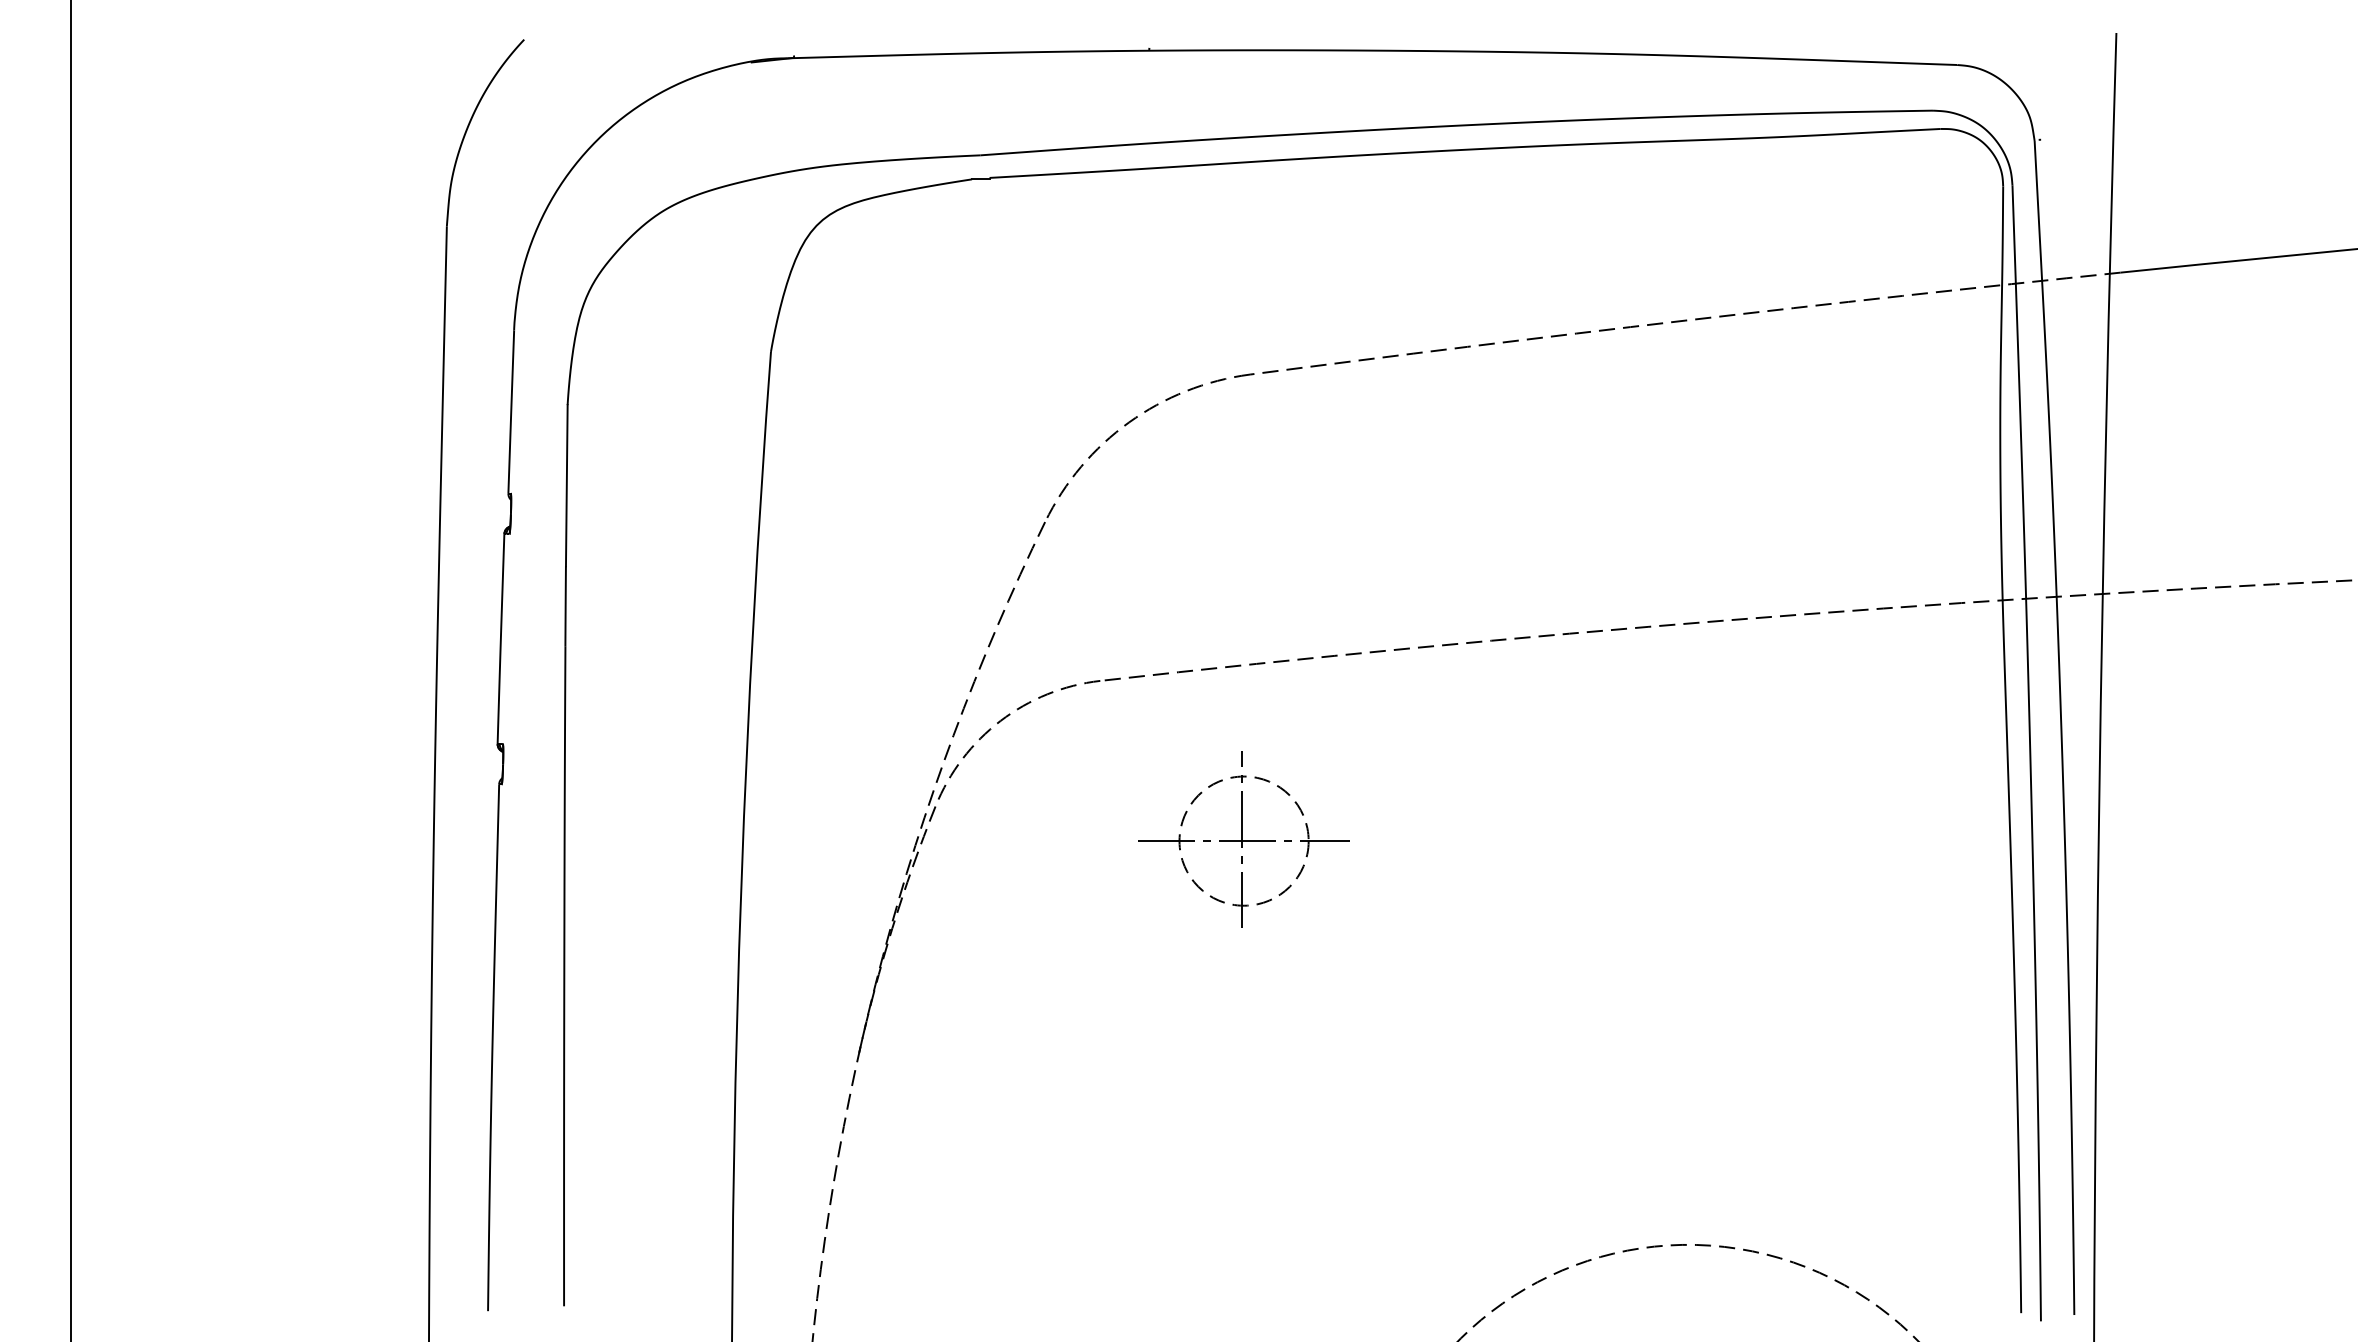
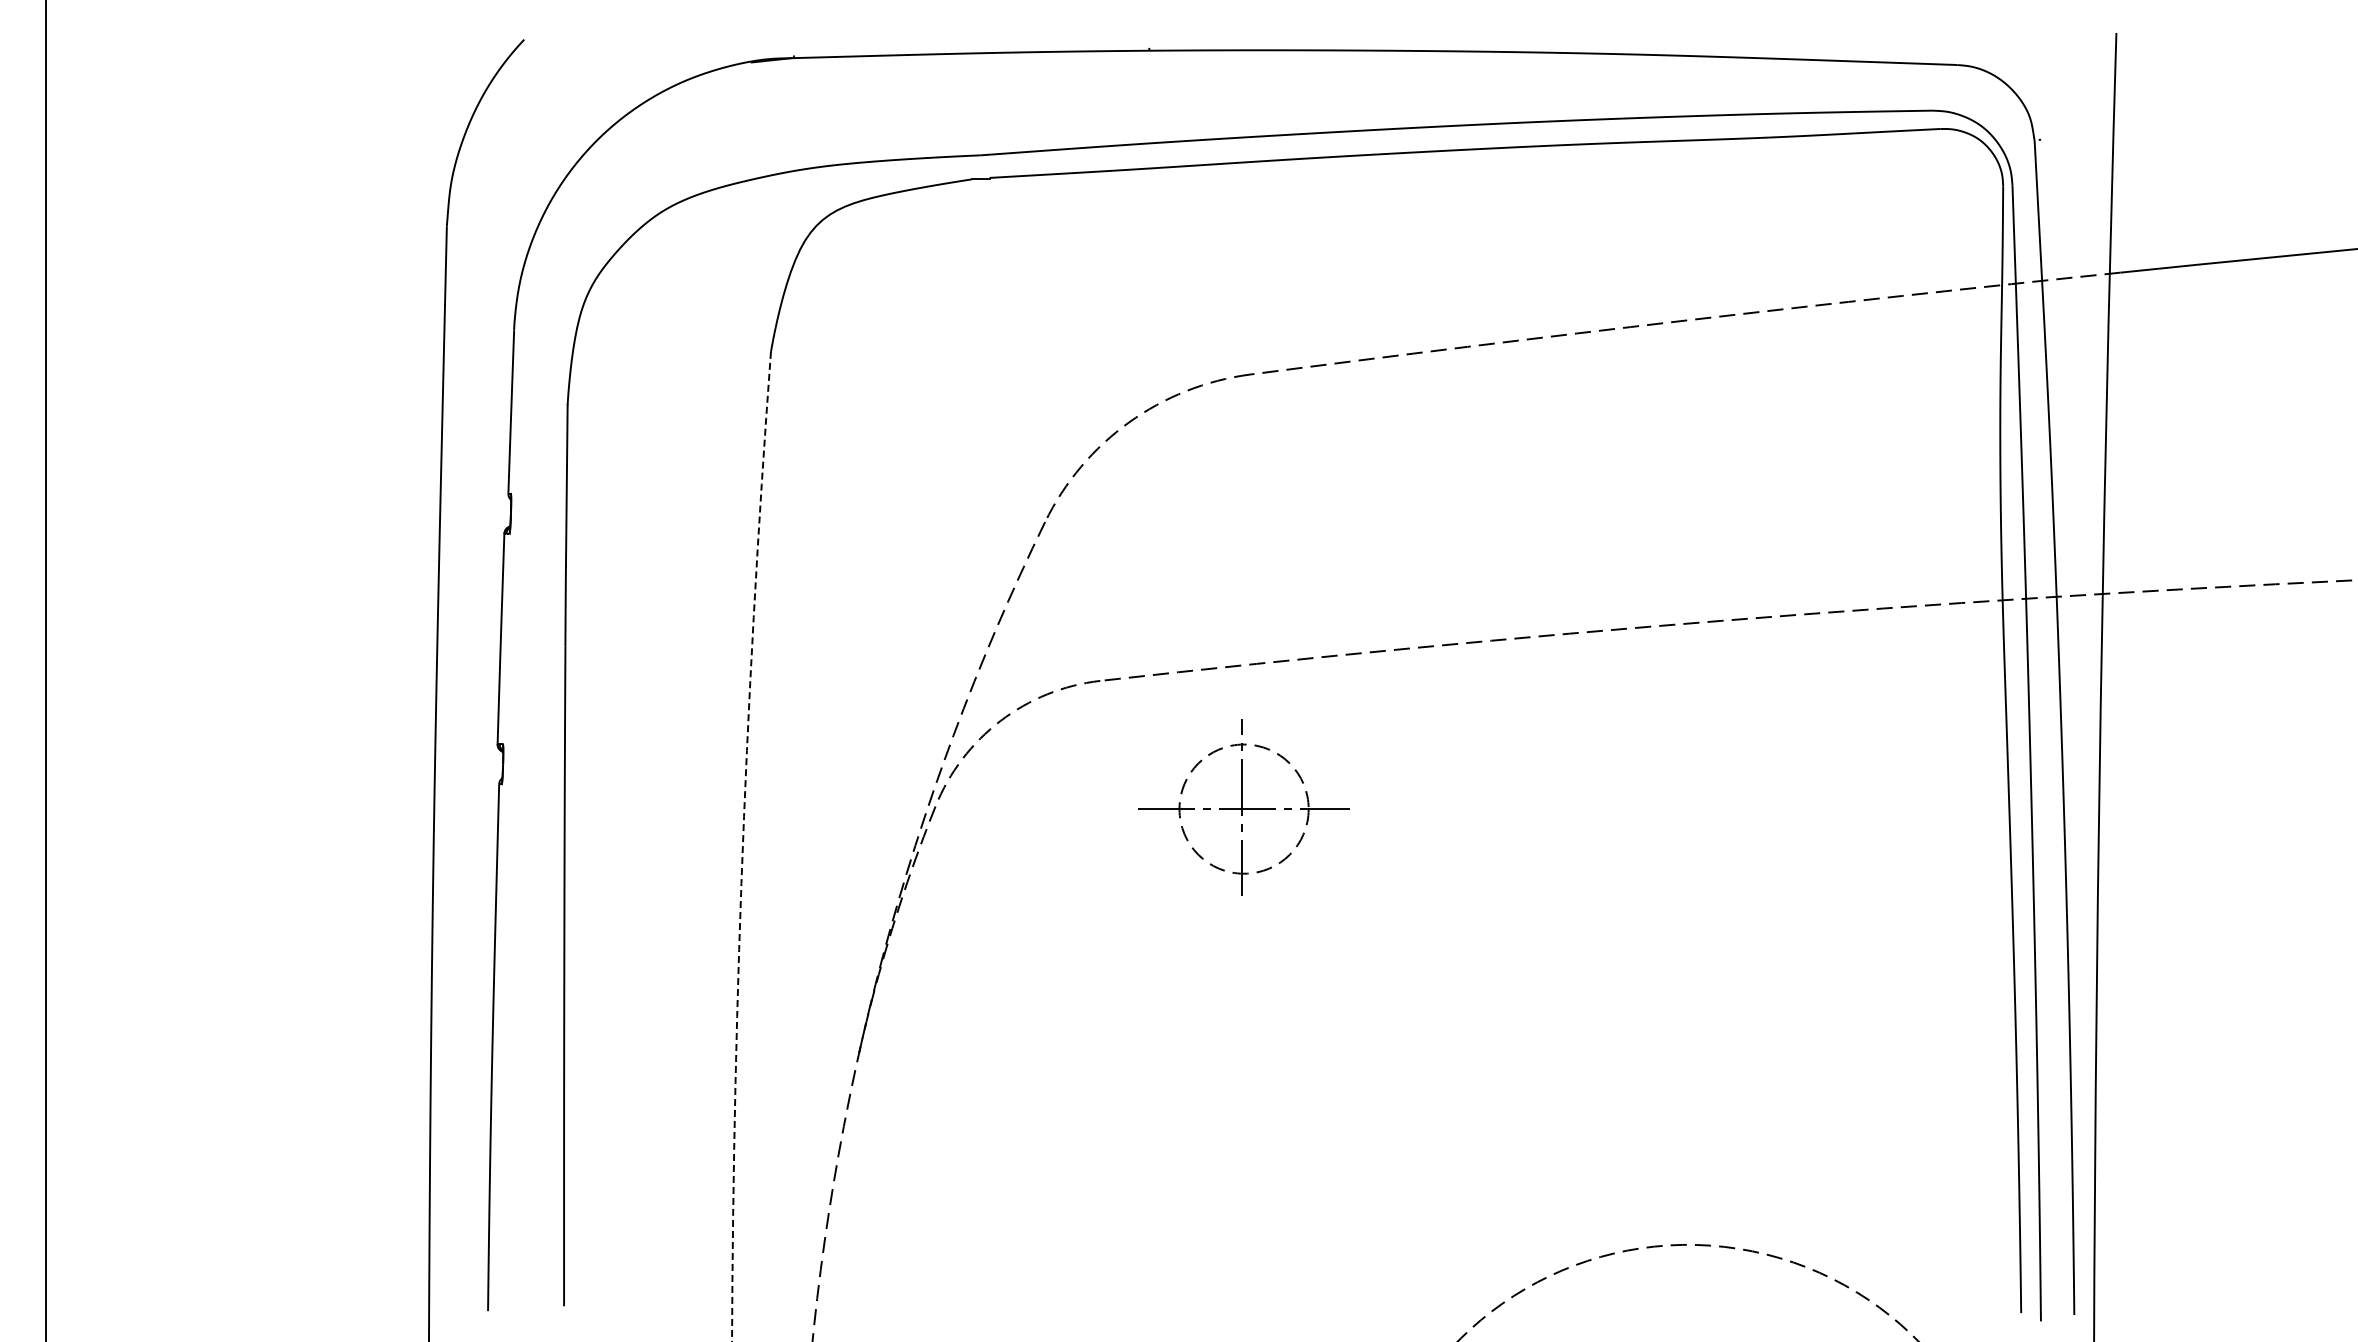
line at (70, 670) position: (70, 670) -> (45, 670)
part at (1243, 839) position: (1243, 839) -> (1243, 807)
arc at (742, 846): solid -> dashed
